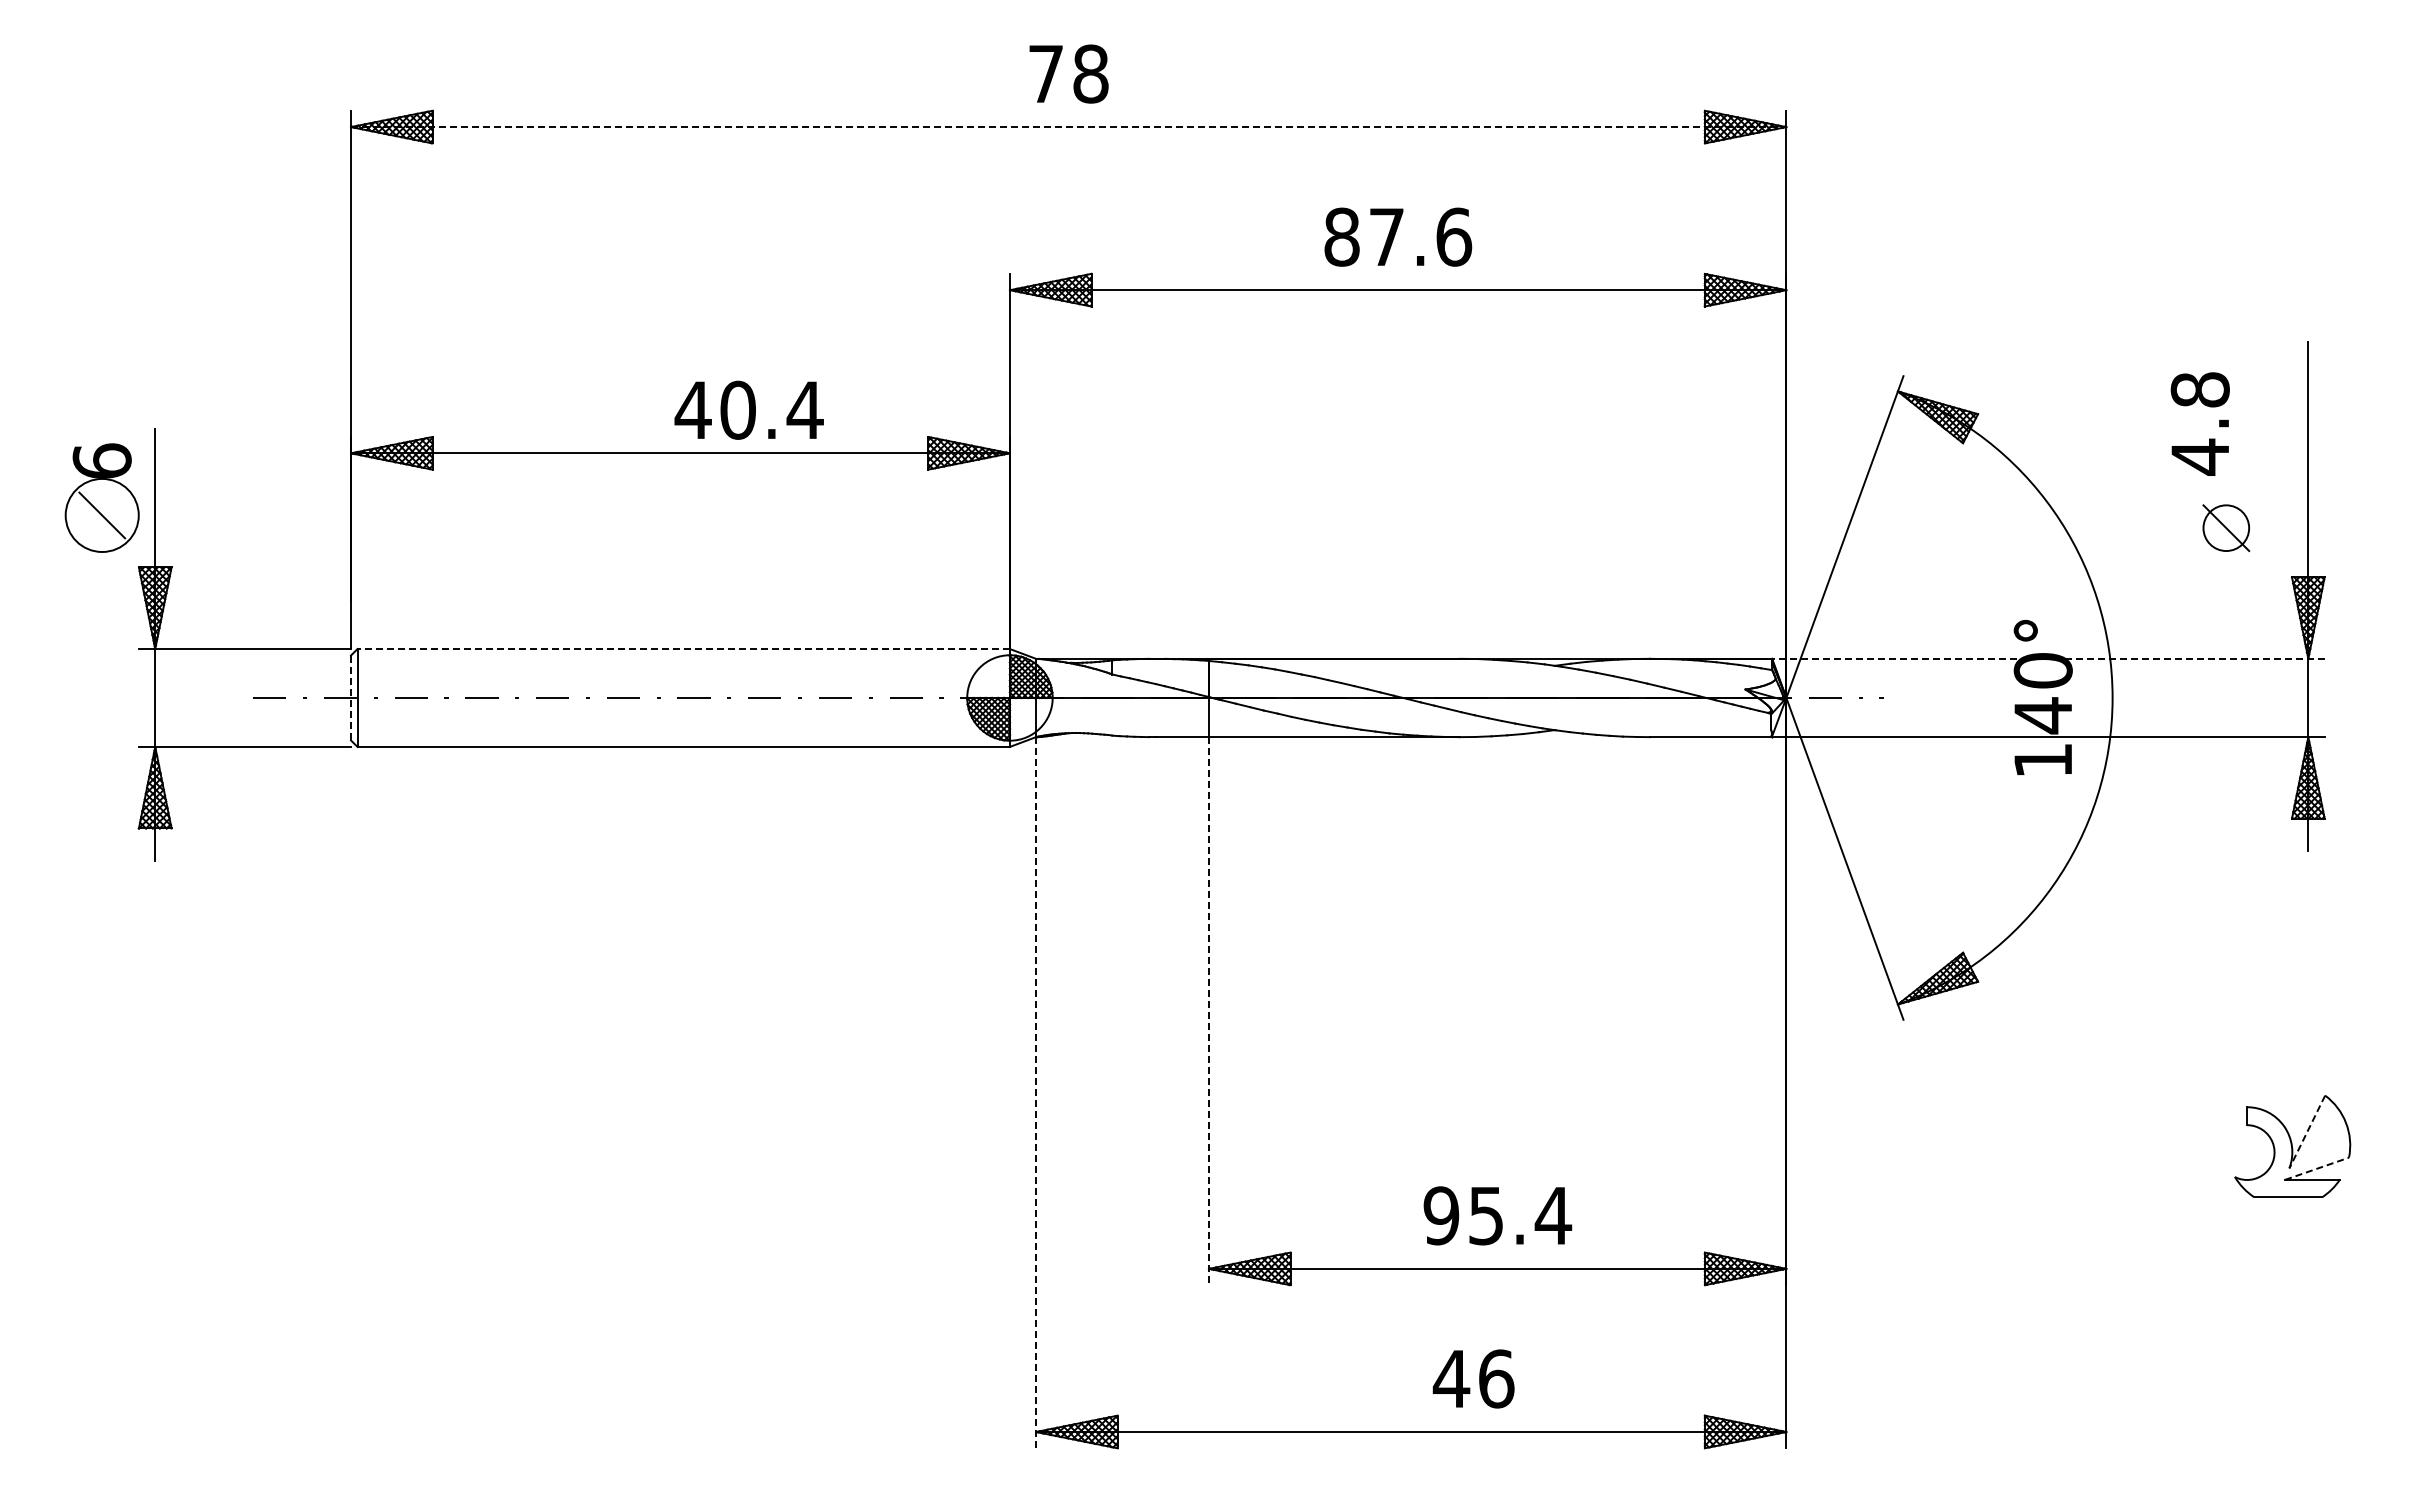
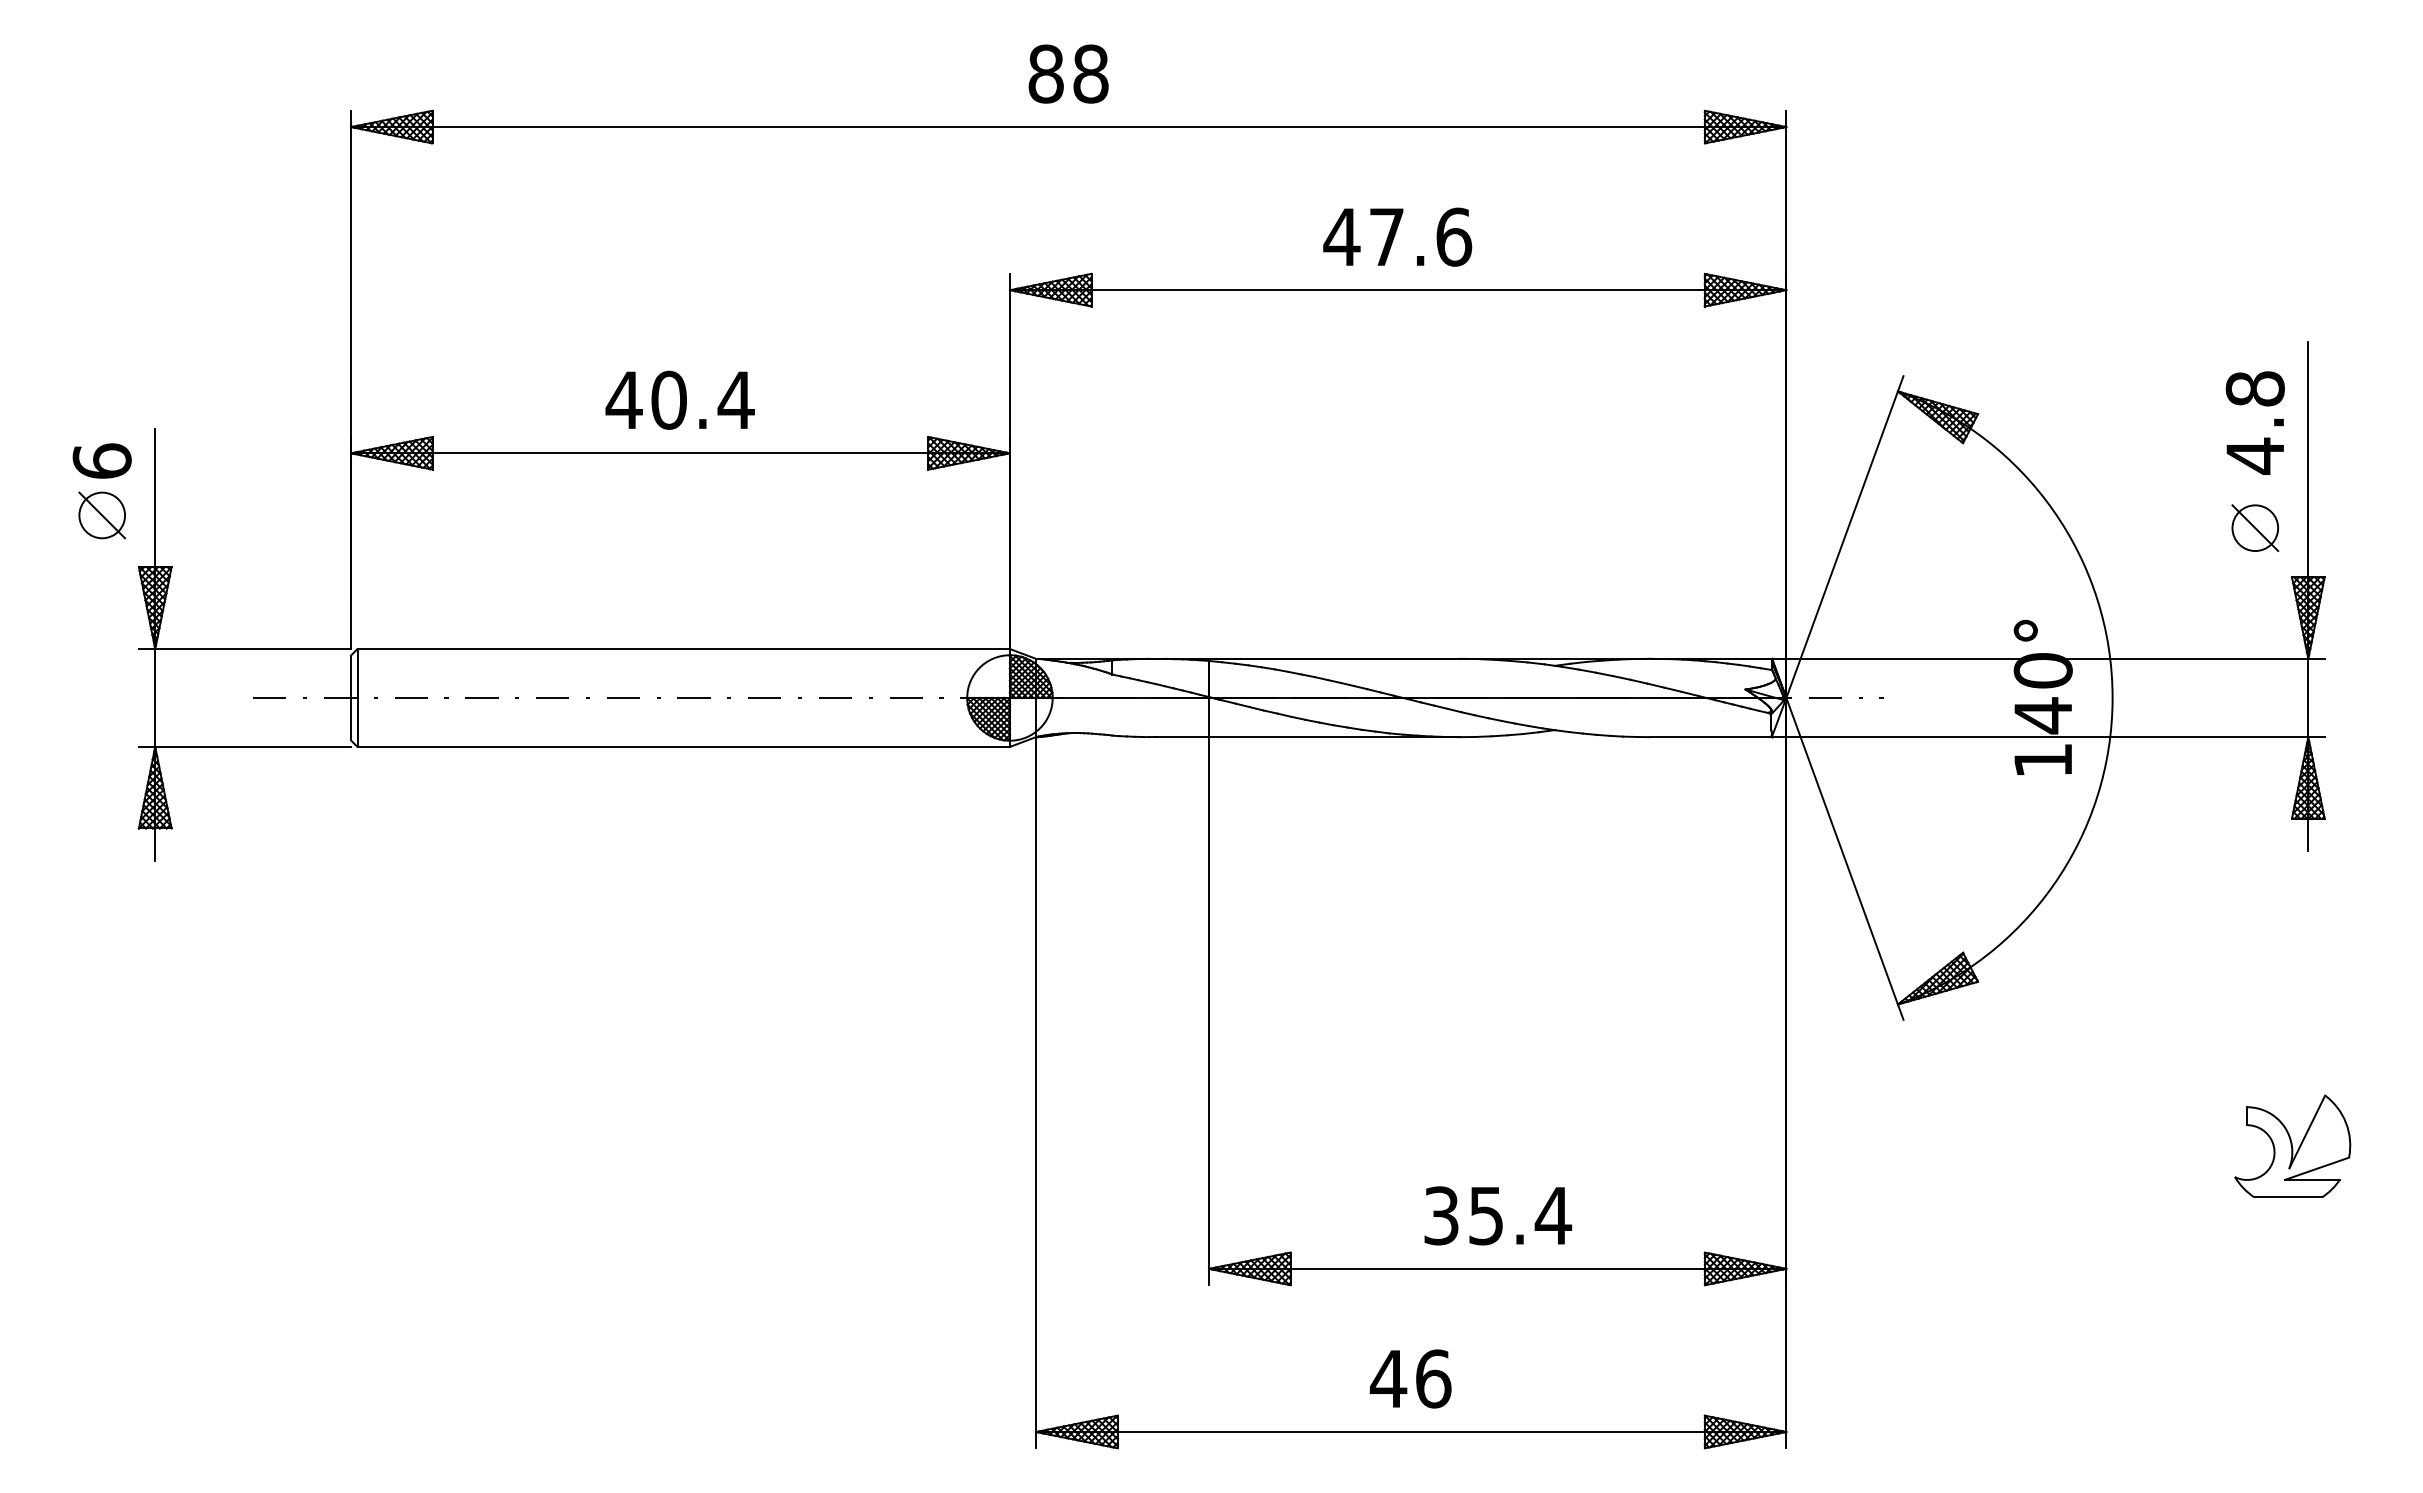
text at (1045, 73): 78 -> 88
line at (1068, 127): dashed -> solid
text at (1341, 236): 87.6 -> 47.6
text at (748, 409) position: (748, 409) -> (679, 399)
text at (2199, 423) position: (2199, 423) -> (2254, 422)
circle at (101, 515) diameter: 73 px -> 46 px
part at (2226, 528) position: (2226, 528) -> (2255, 528)
line at (683, 649): dashed -> solid
line at (2047, 658): dashed -> solid
line at (350, 698): dashed -> solid
line at (1208, 1011): dashed -> solid
line at (1036, 1092): dashed -> solid
line at (2307, 1132): dashed -> solid
line at (2317, 1168): dashed -> solid
text at (1441, 1215): 95.4 -> 35.4
text at (1473, 1378) position: (1473, 1378) -> (1410, 1378)
